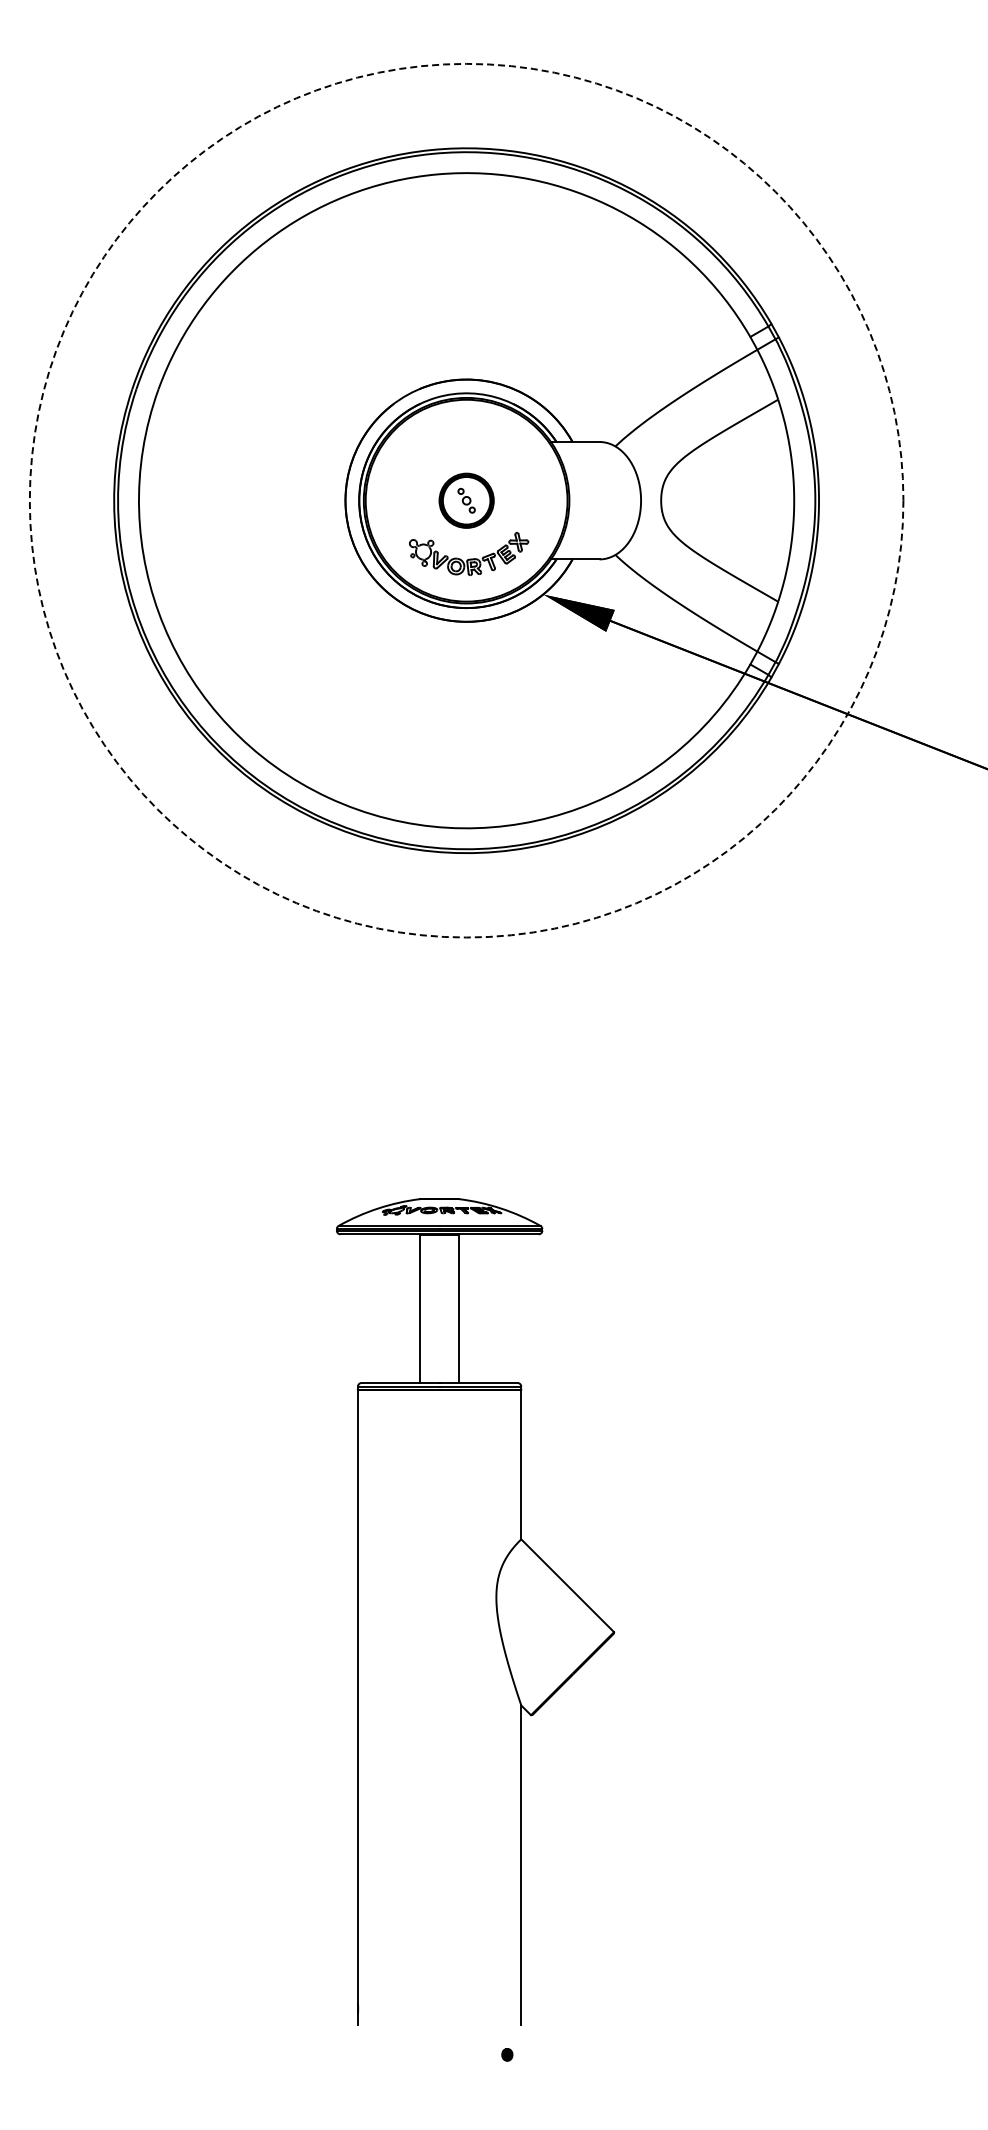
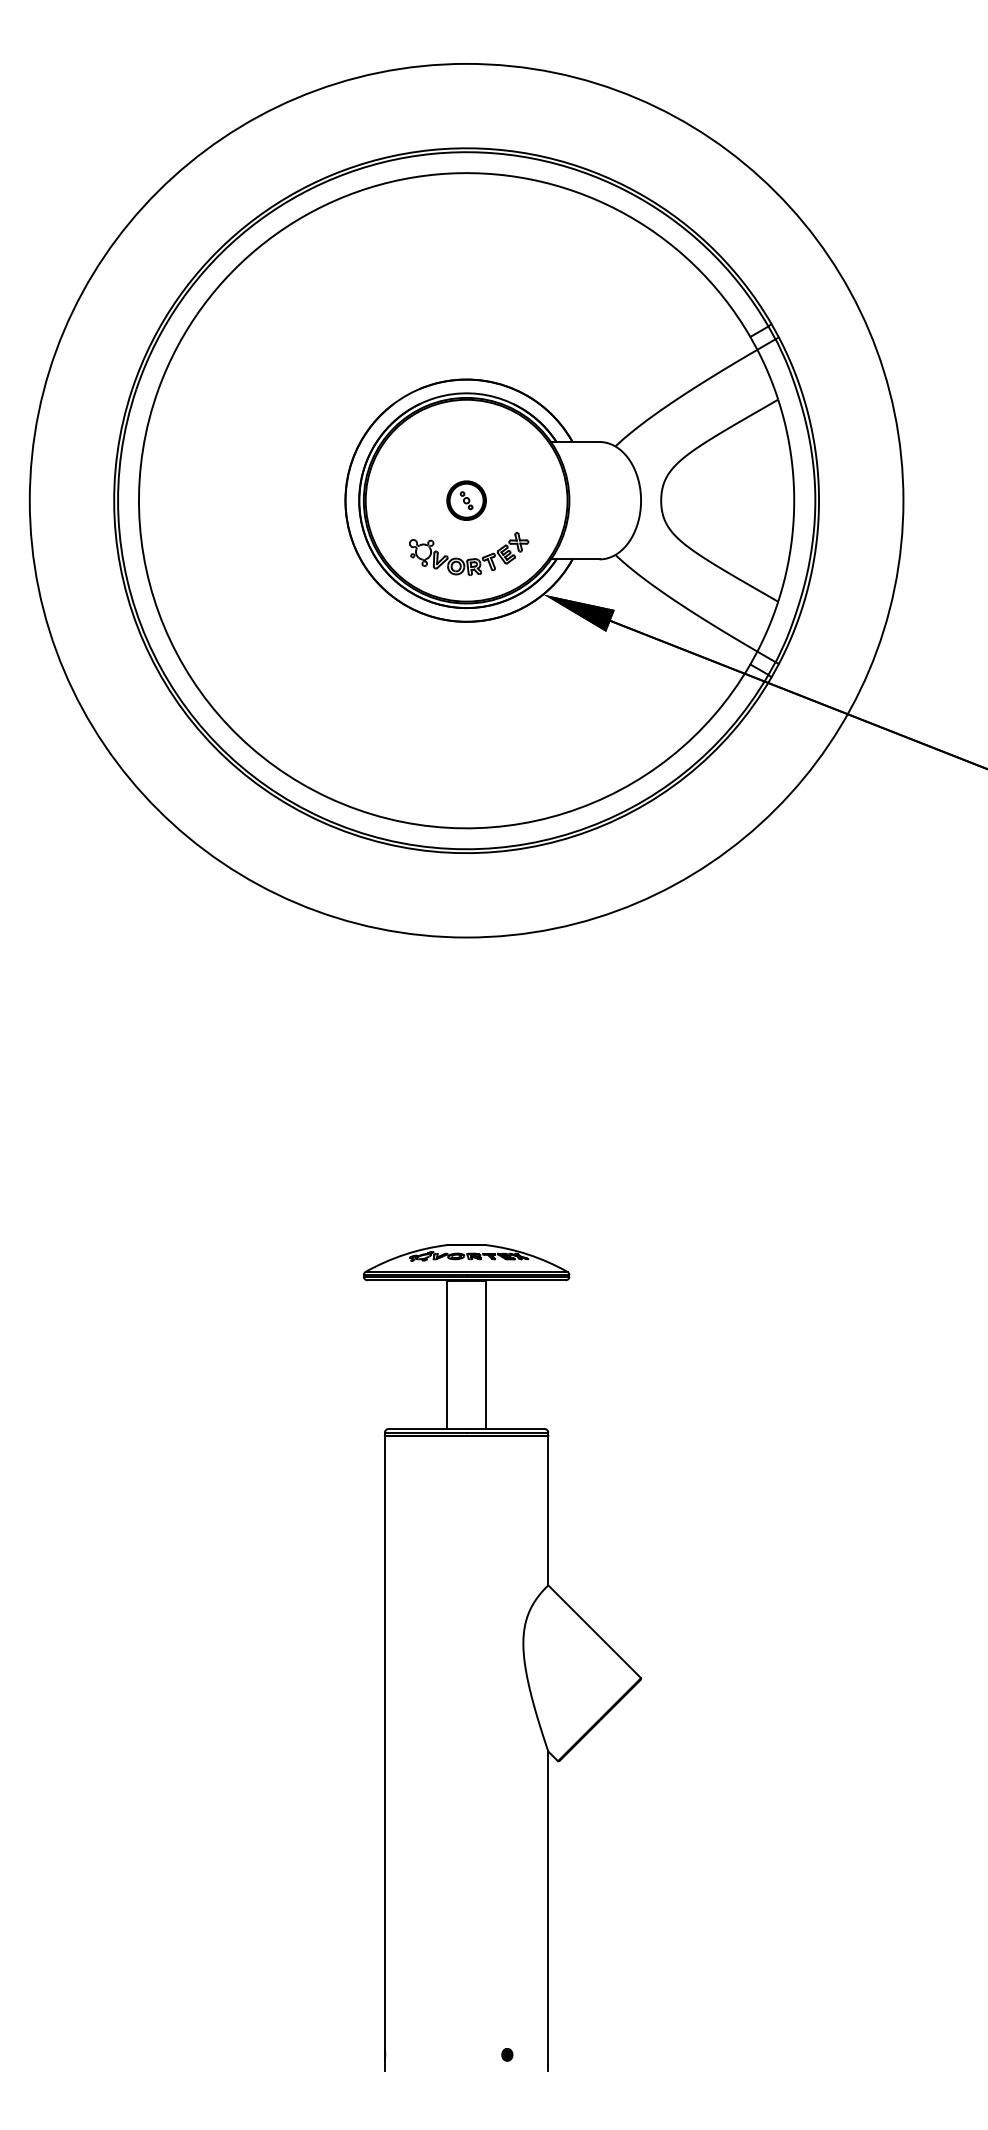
circle at (466, 500): dashed -> solid
part at (466, 500) size: 57x57 px -> 41x41 px
part at (495, 1607) position: (495, 1607) -> (522, 1653)
